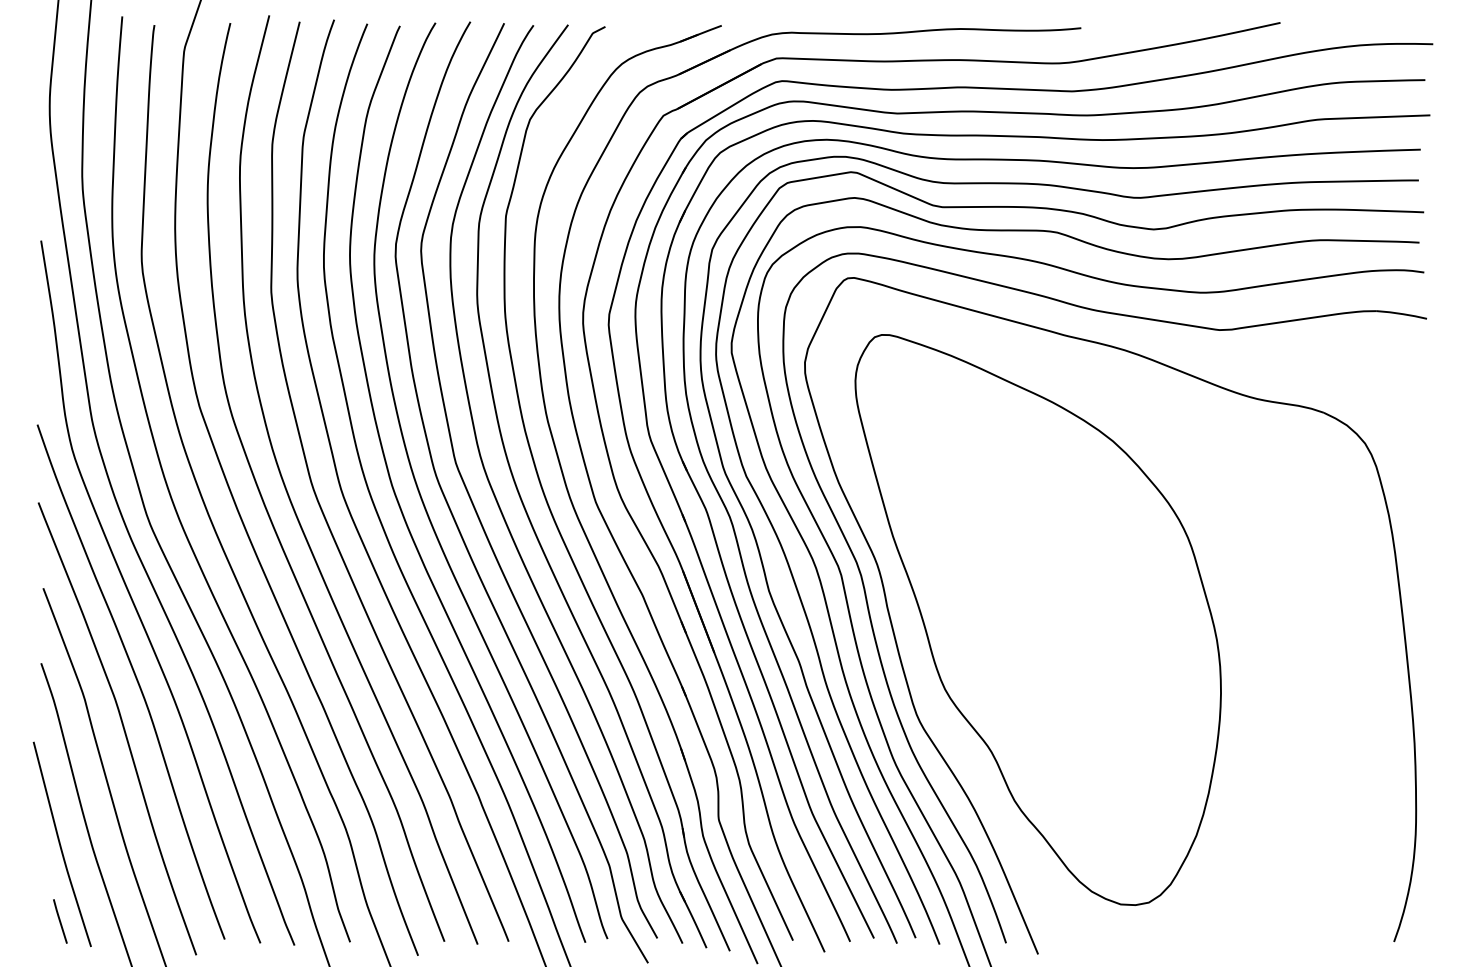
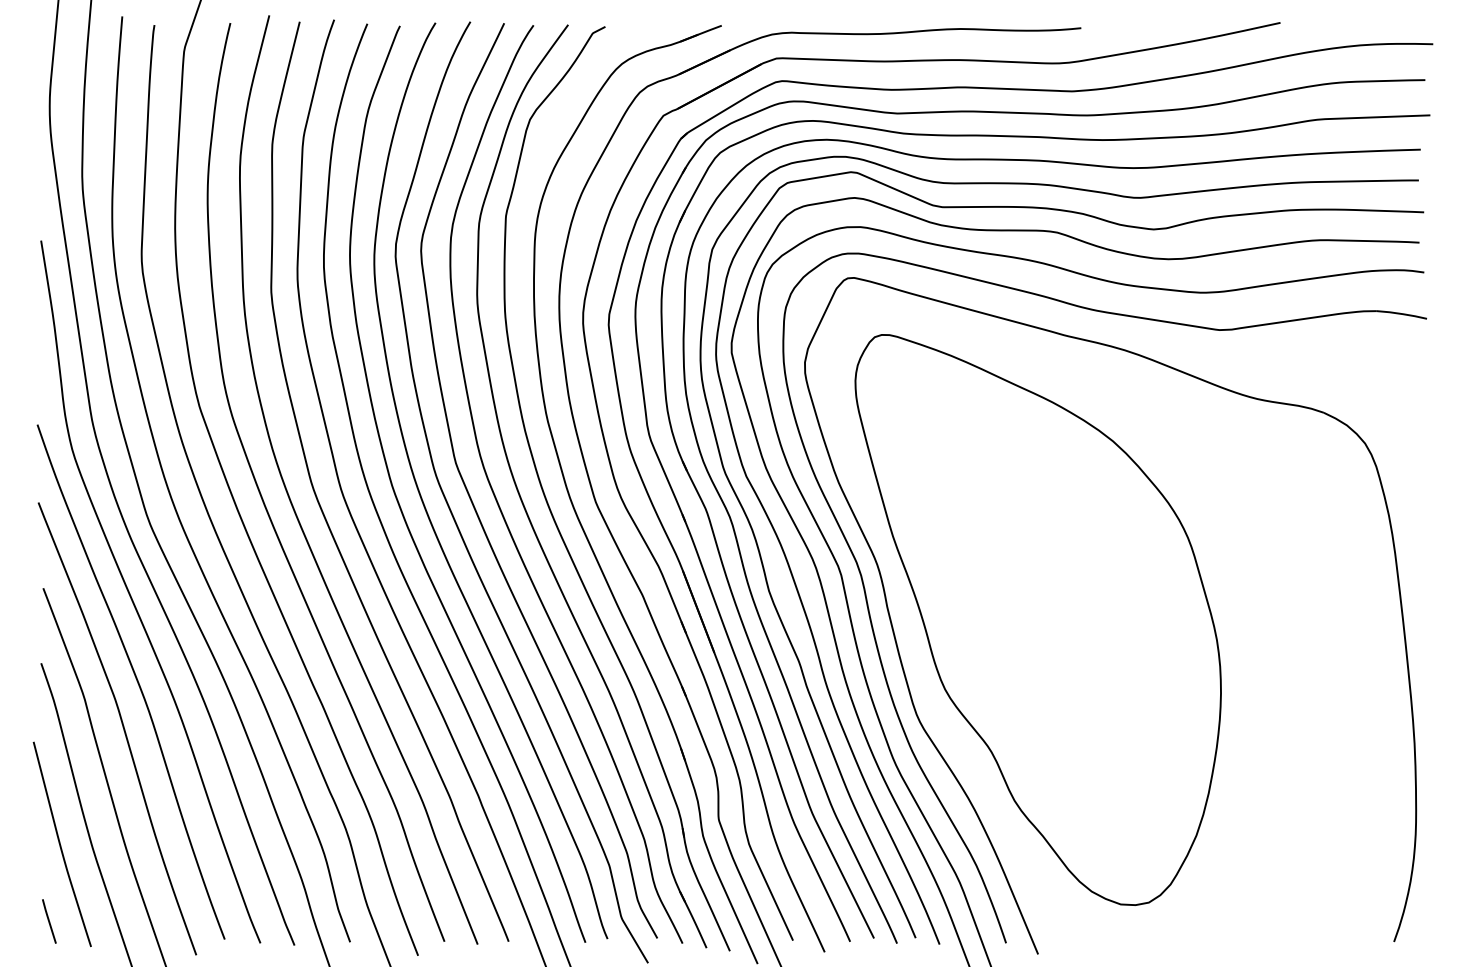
line at (60, 921) position: (60, 921) -> (49, 921)
